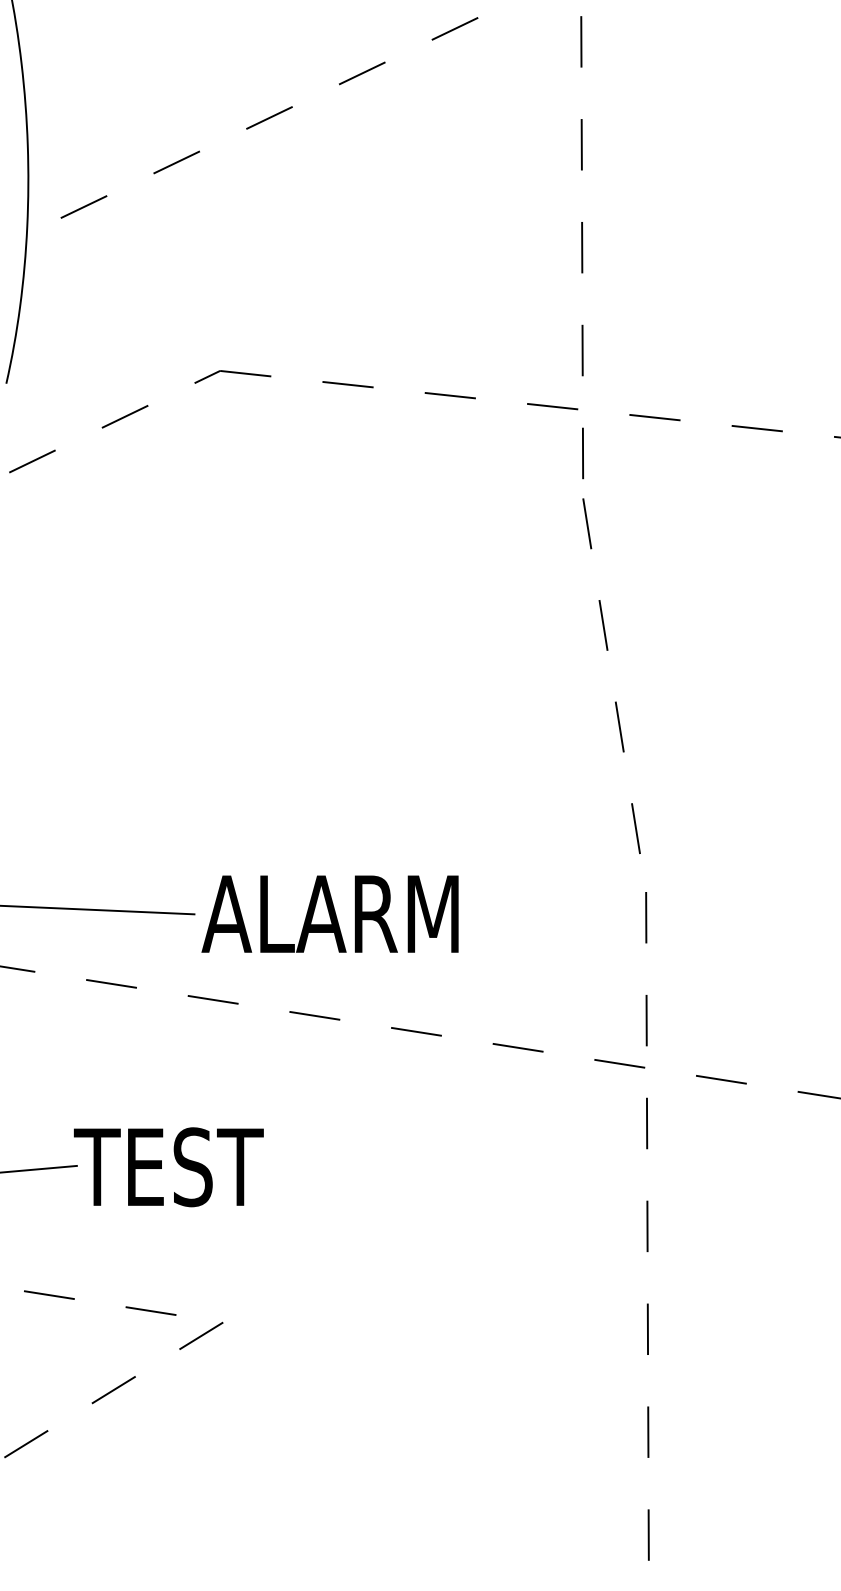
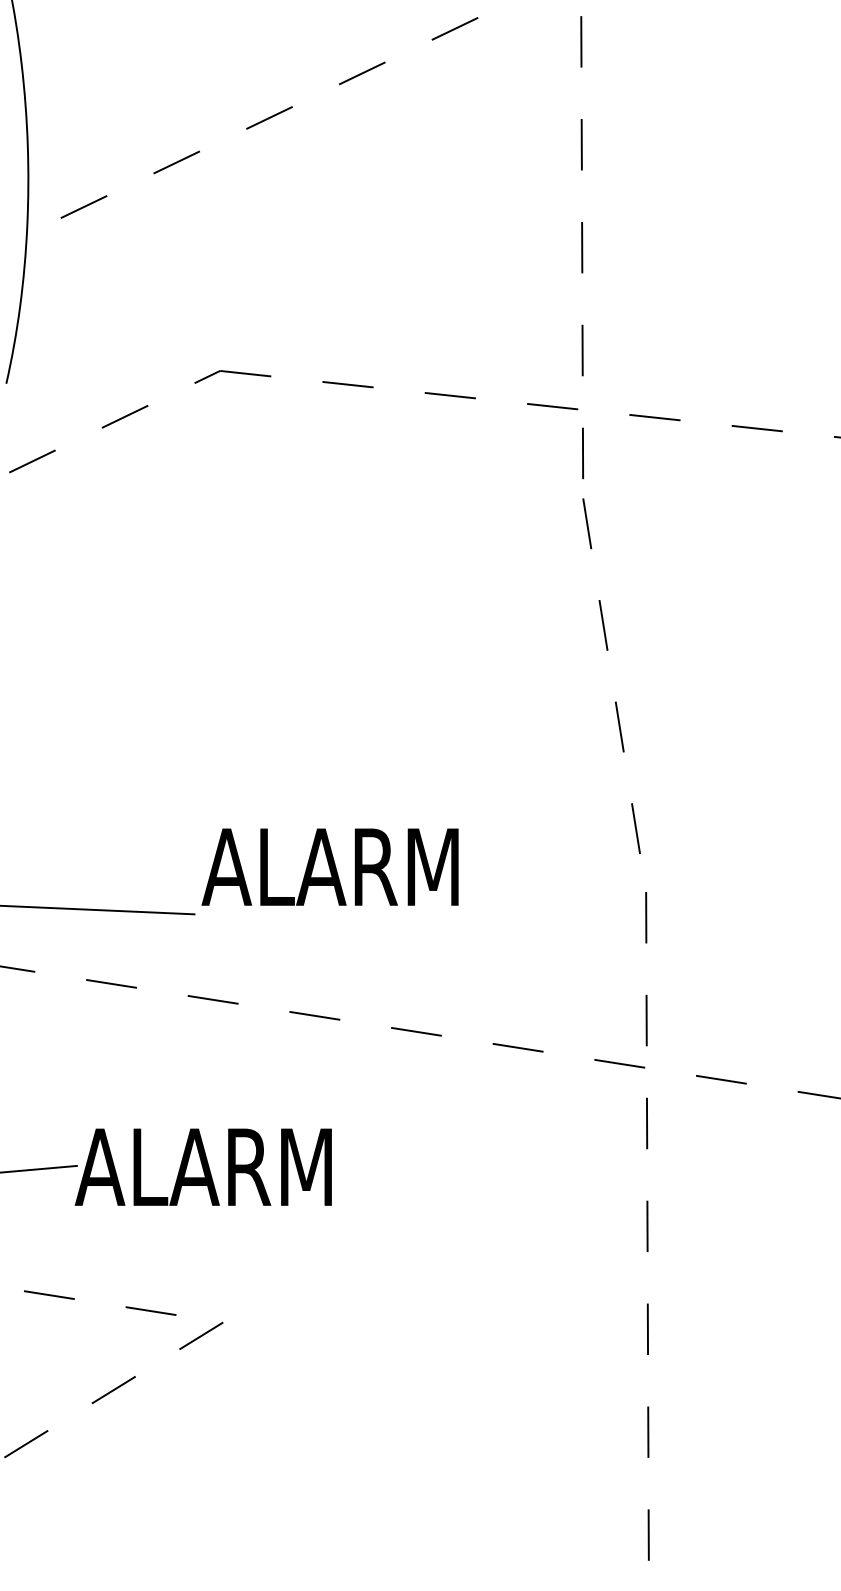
text at (329, 913) position: (329, 913) -> (329, 866)
text at (202, 1167): TEST -> ALARM
